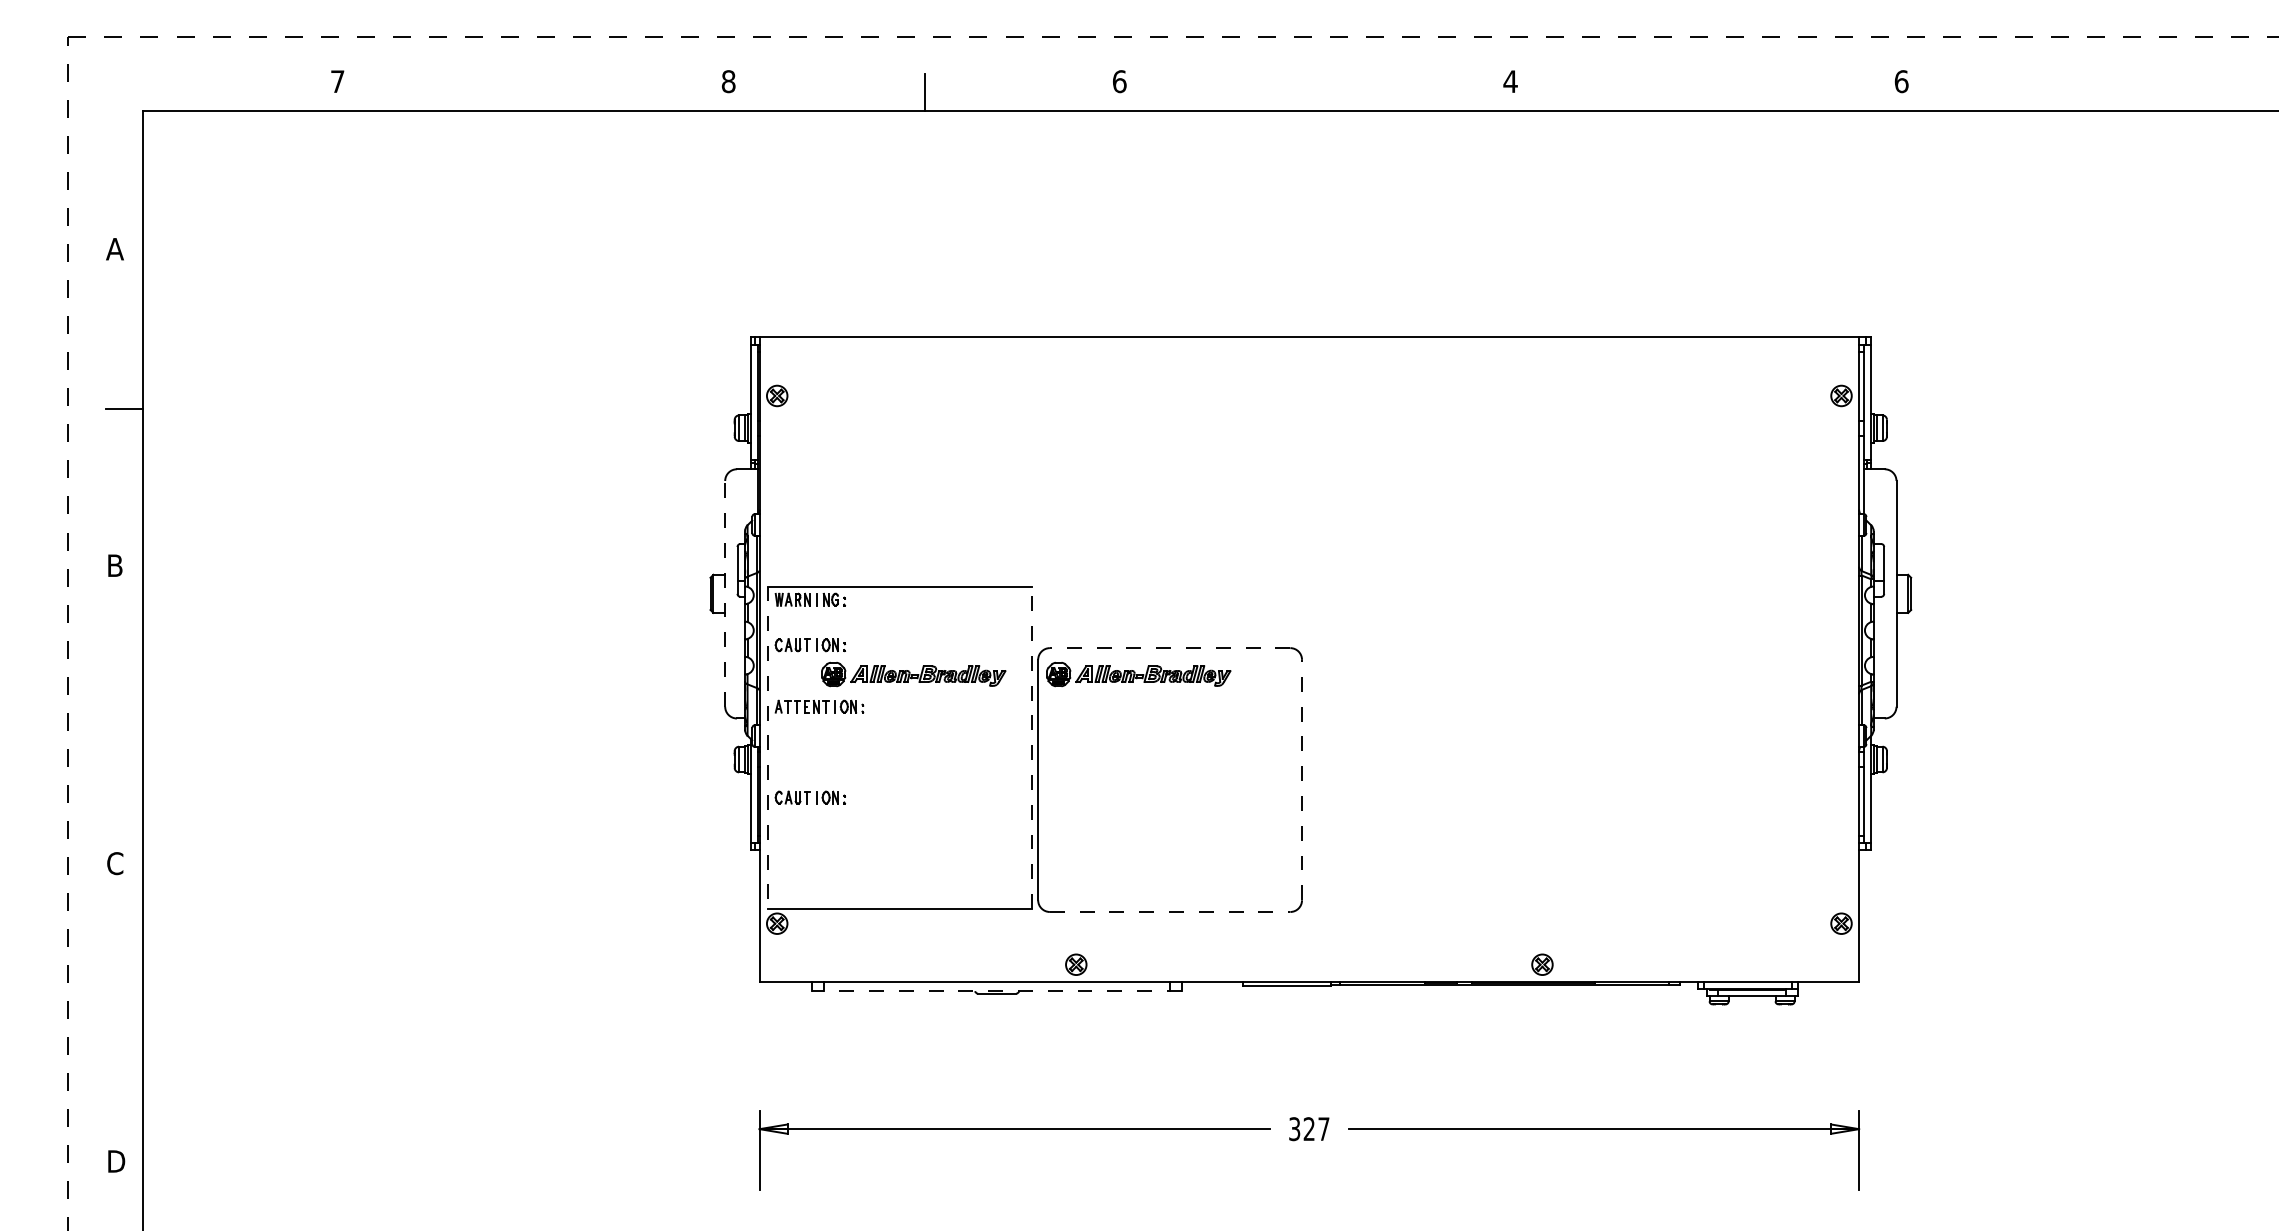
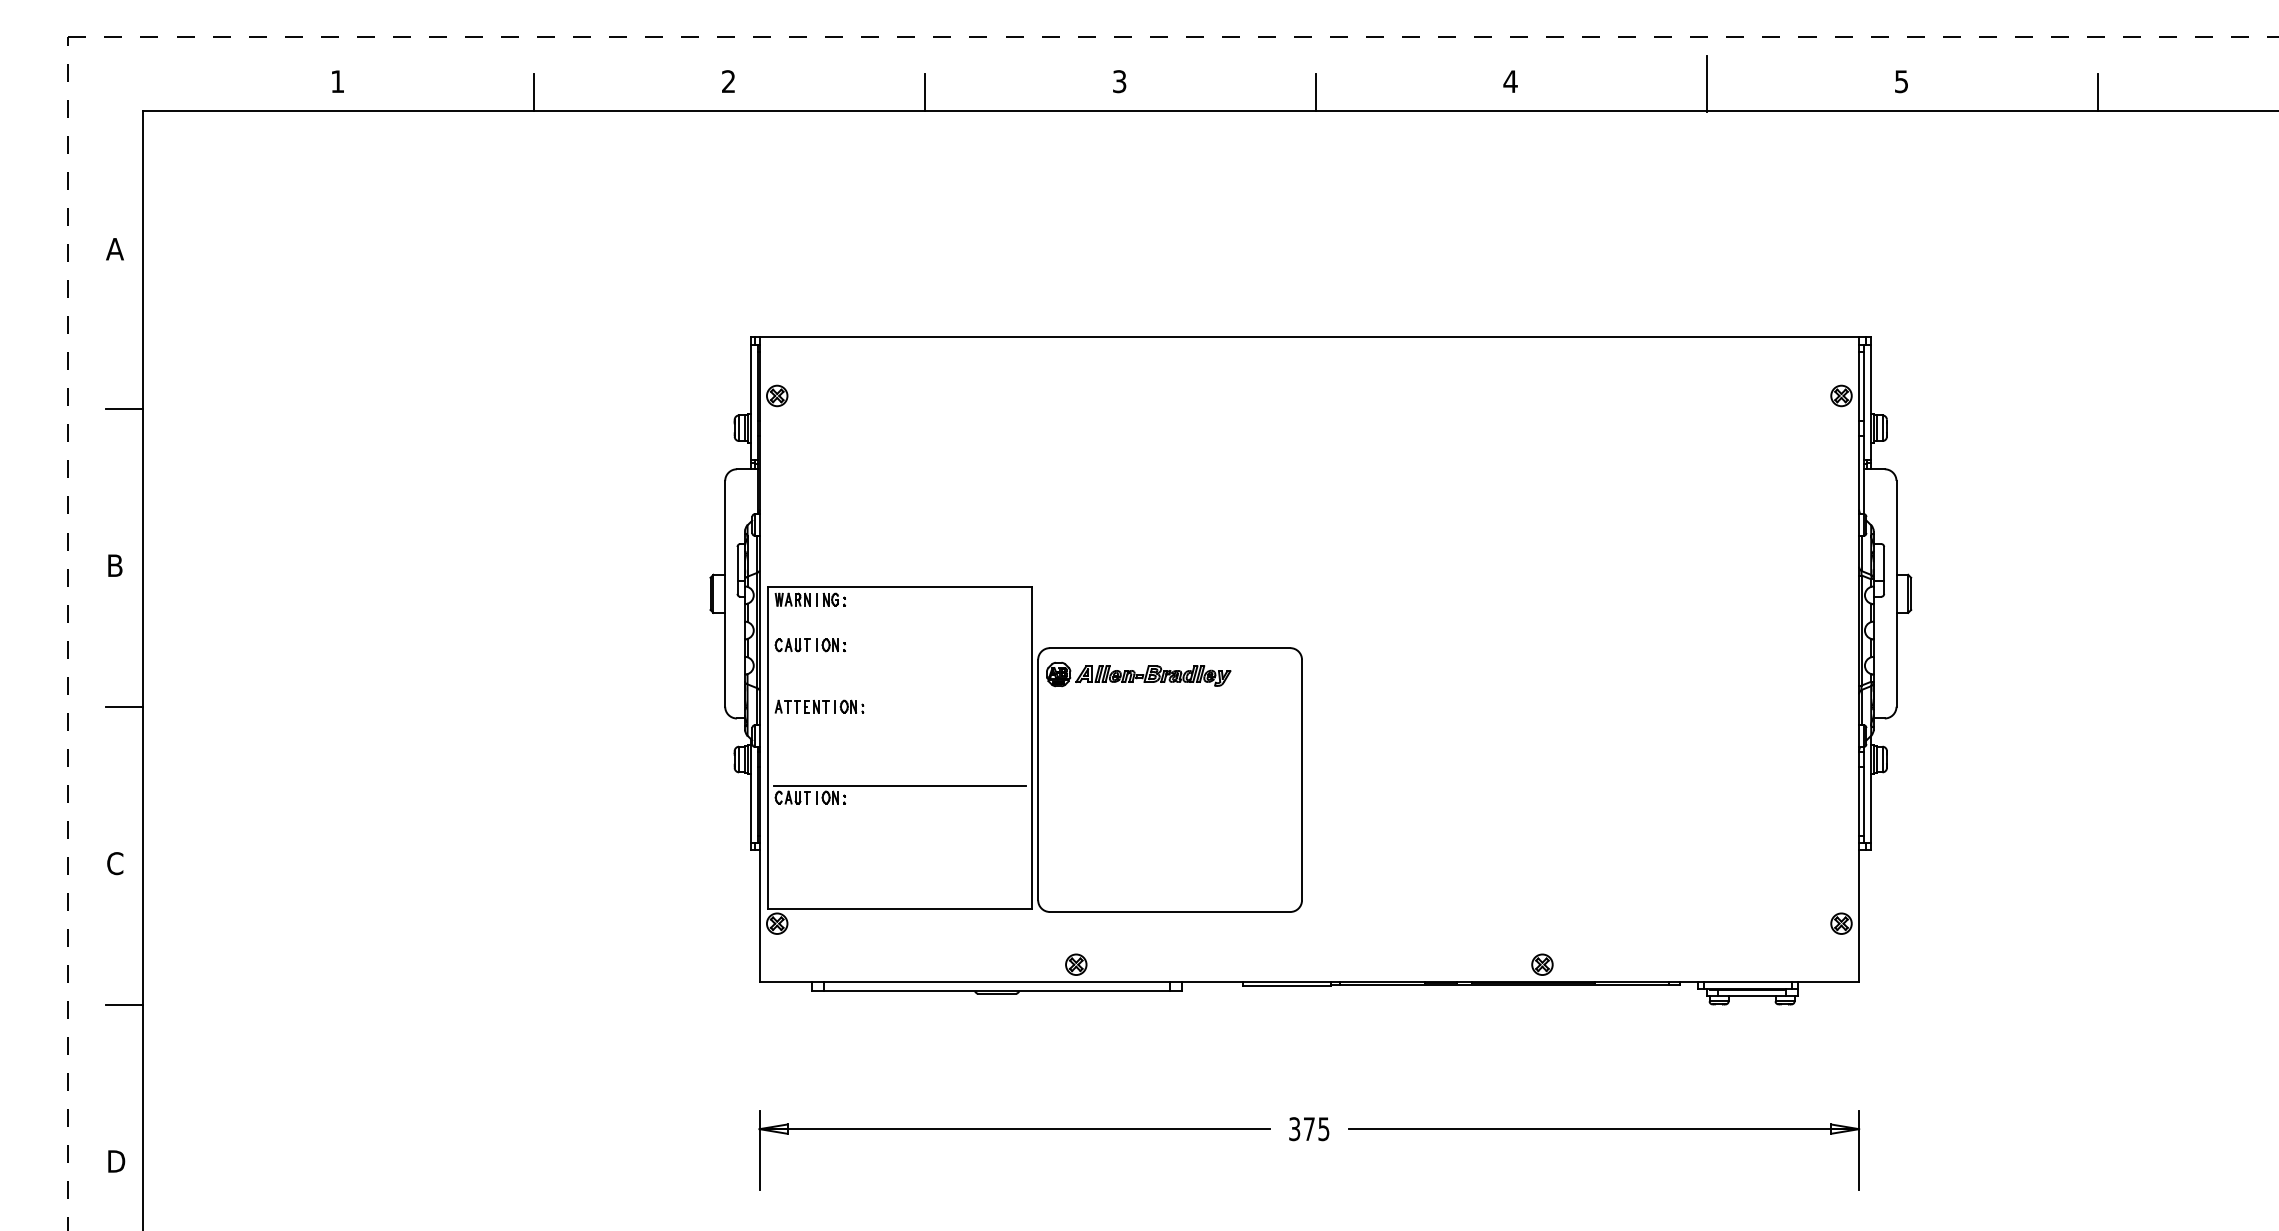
text at (337, 81): 7 -> 1
text at (728, 81): 8 -> 2
text at (1119, 81): 6 -> 3
text at (1901, 81): 6 -> 5
line at (1706, 83): none -> present
line at (533, 92): none -> present
line at (1315, 92): none -> present
line at (2097, 92): none -> present
line at (725, 593): dashed -> solid
line at (1169, 648): dashed -> solid
part at (913, 674): present -> none
line at (123, 707): none -> present
line at (1032, 747): dashed -> solid
line at (768, 748): dashed -> solid
line at (1302, 779): dashed -> solid
line at (900, 785): none -> present
line at (1170, 911): dashed -> solid
line at (997, 991): dashed -> solid
line at (123, 1005): none -> present
text at (1316, 1129): 327 -> 375
